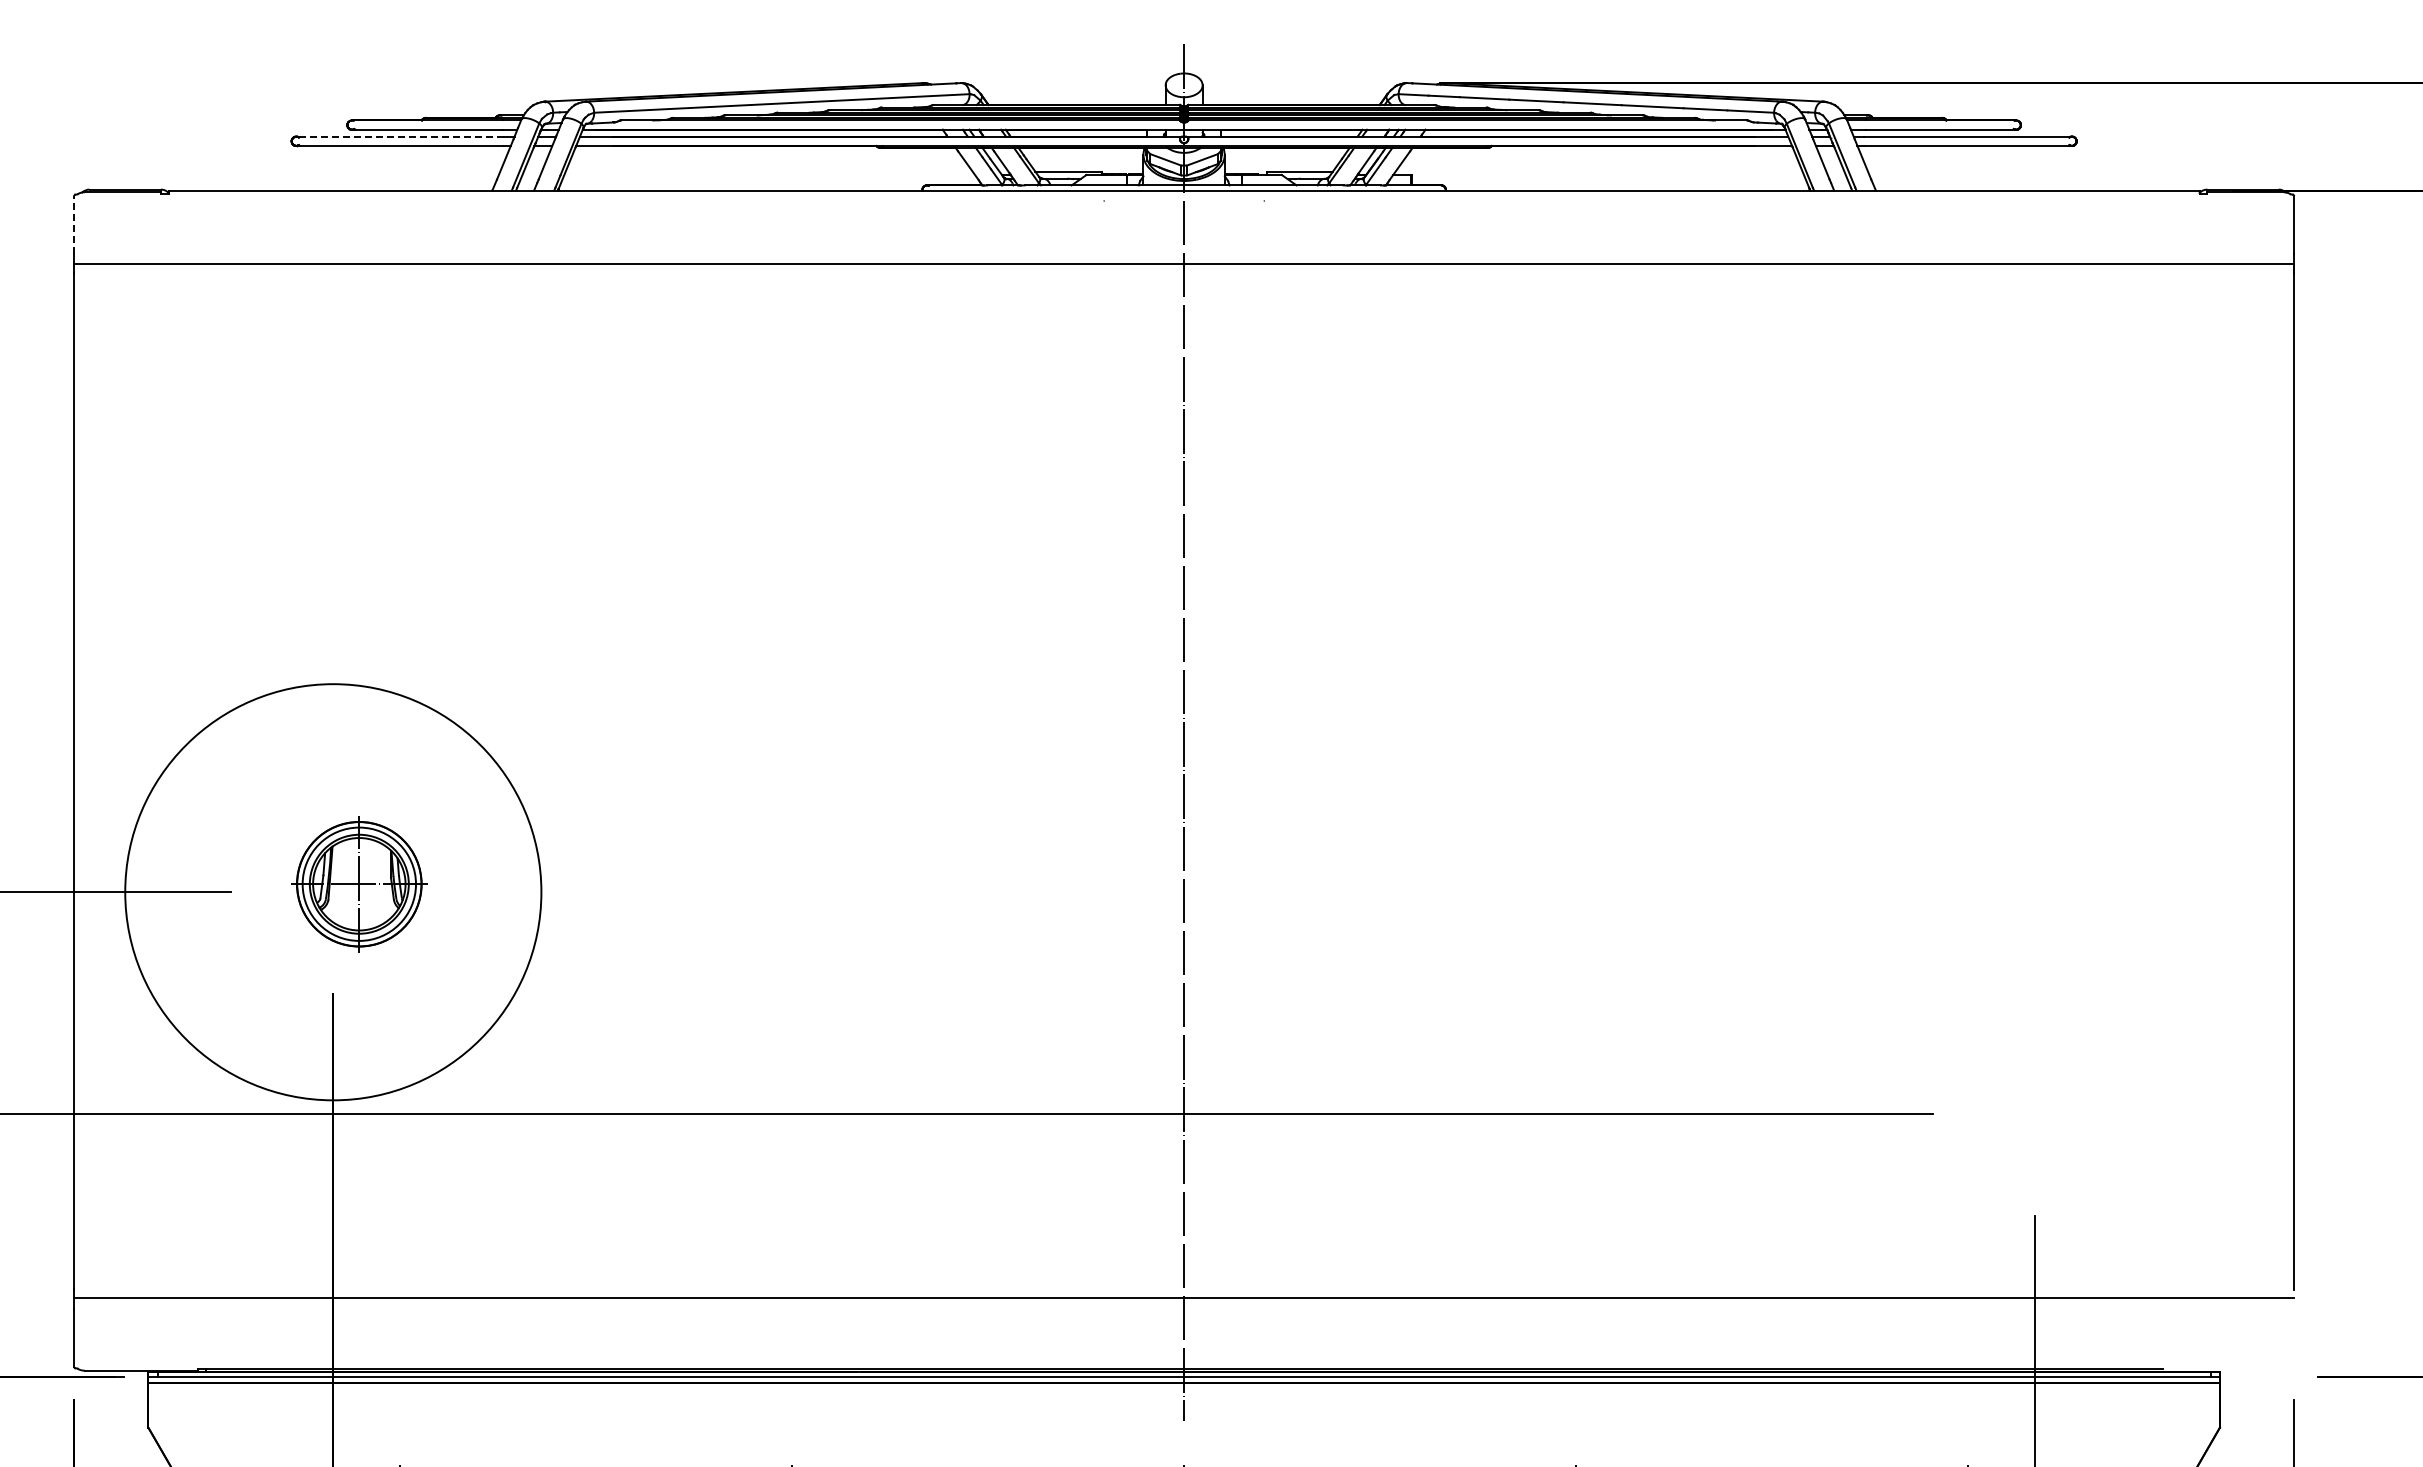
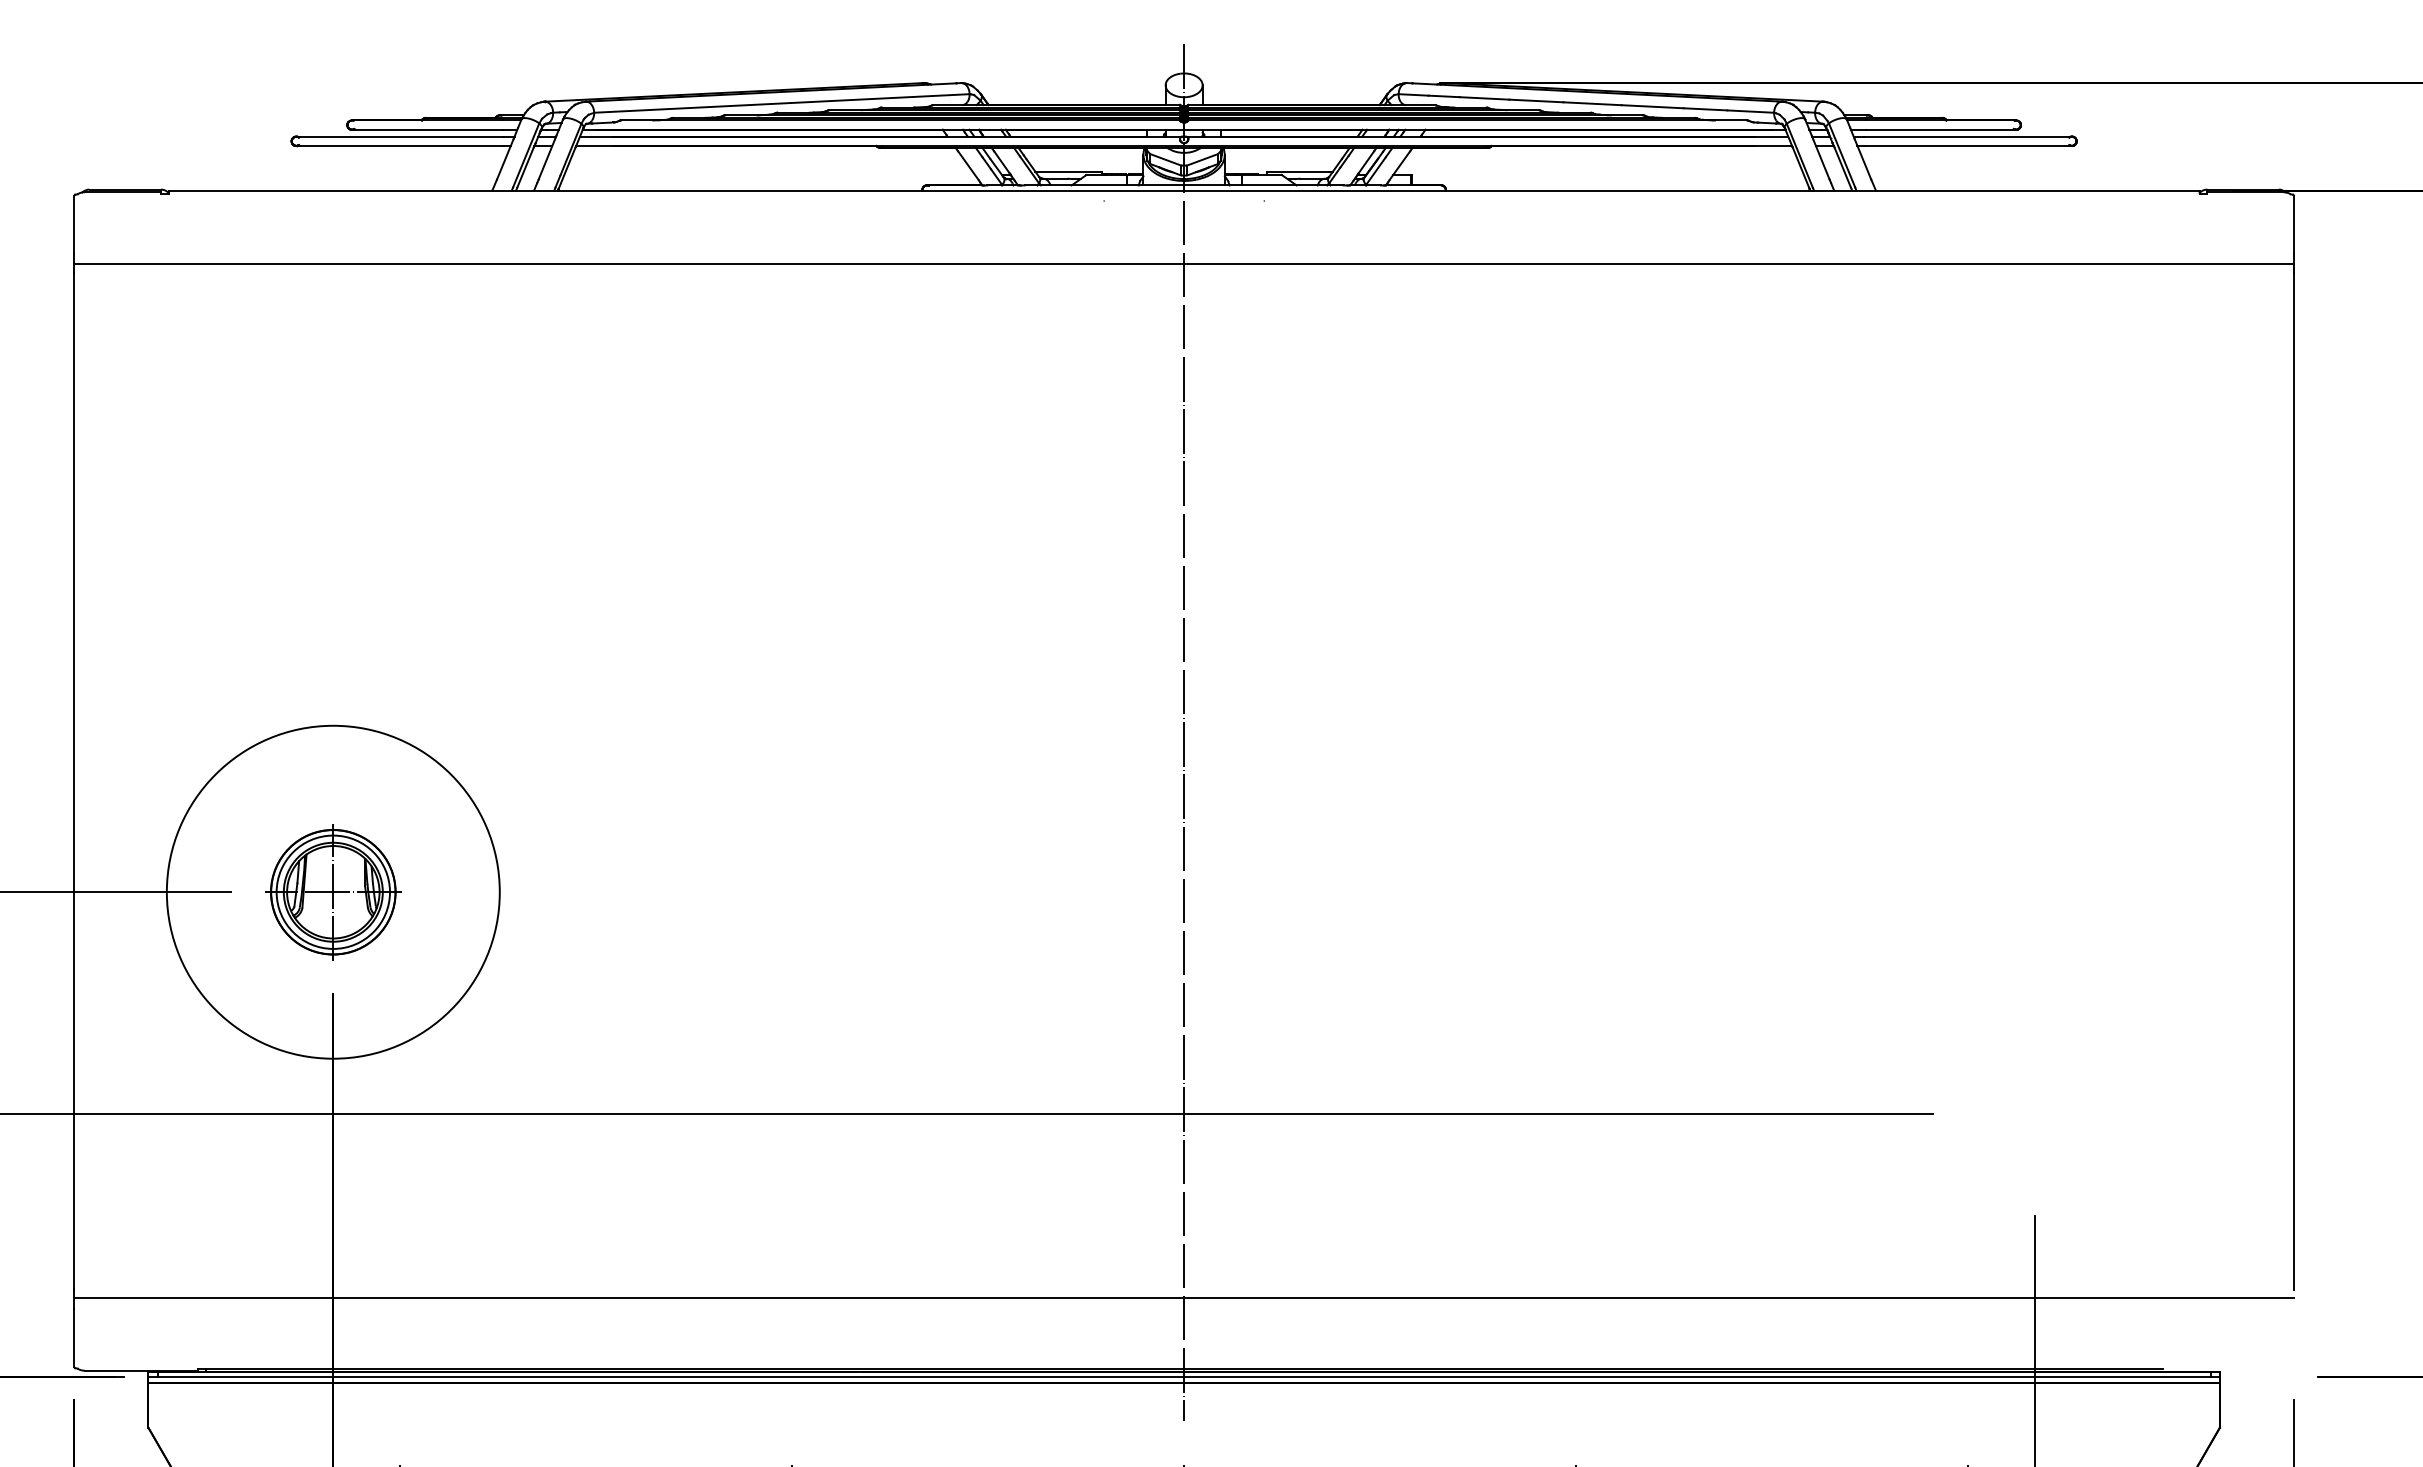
line at (401, 136): dashed -> solid
line at (74, 224): dashed -> solid
part at (359, 884) position: (359, 884) -> (333, 892)
circle at (333, 892) diameter: 416 px -> 333 px
